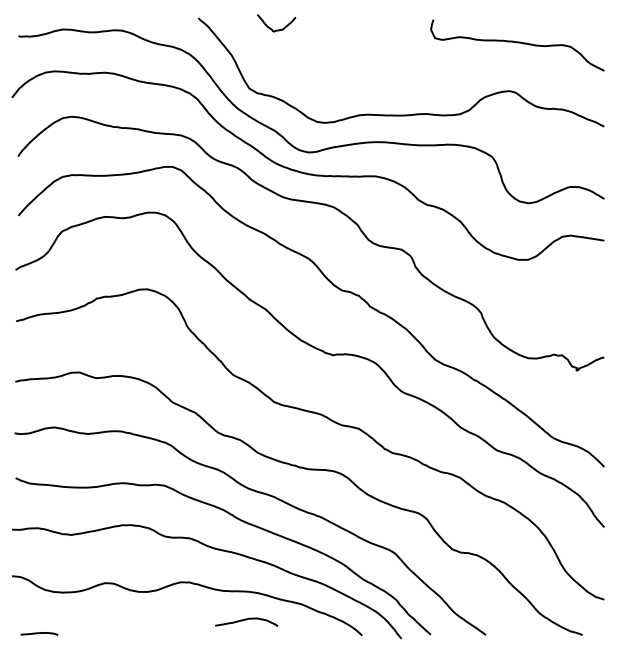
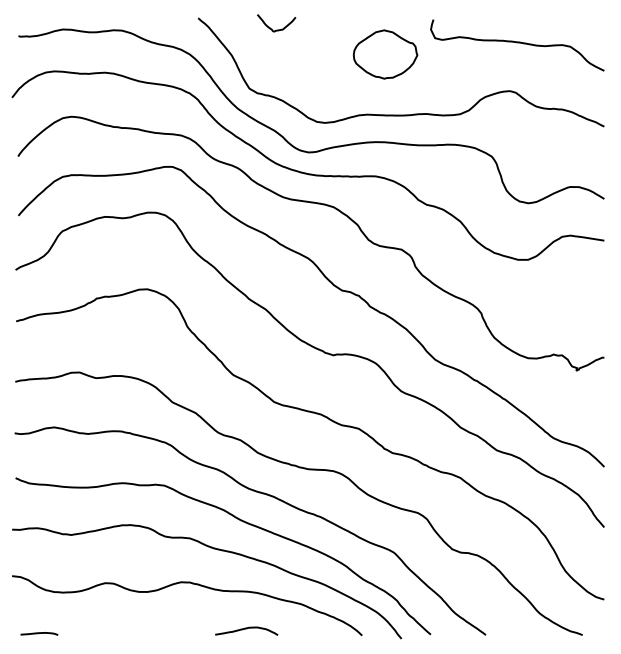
part at (385, 54): none -> present
curve at (246, 620) position: (246, 620) -> (246, 629)
